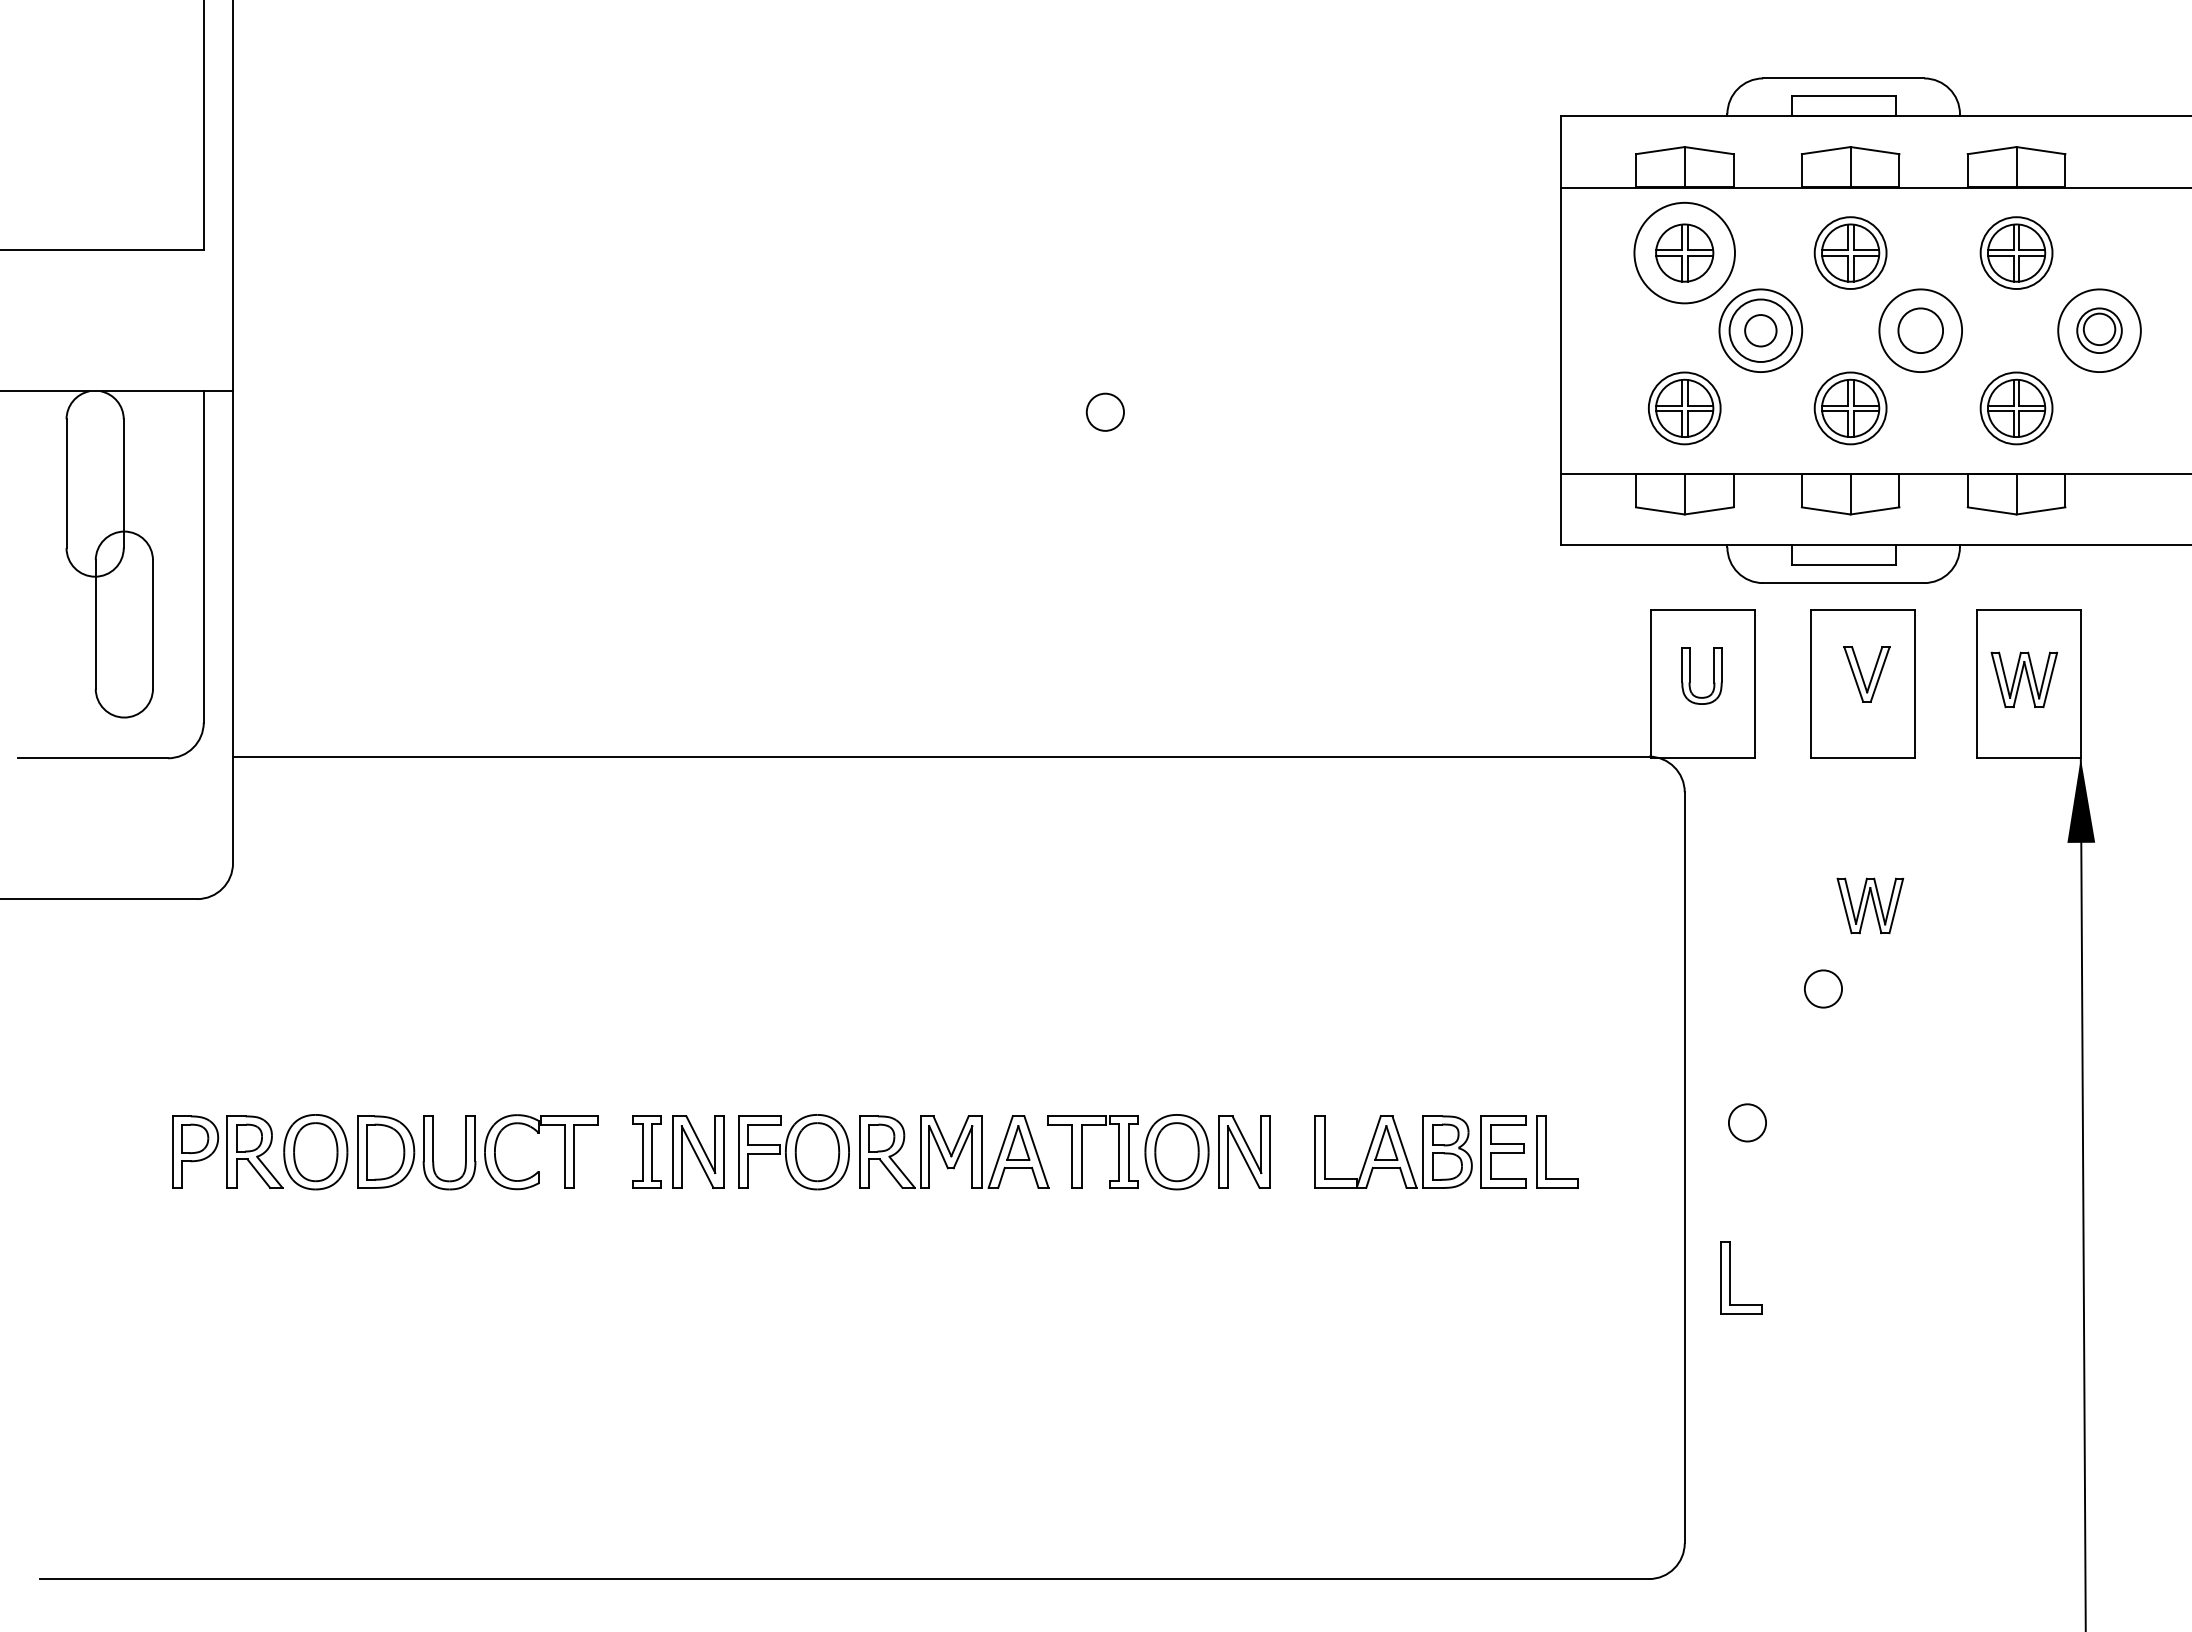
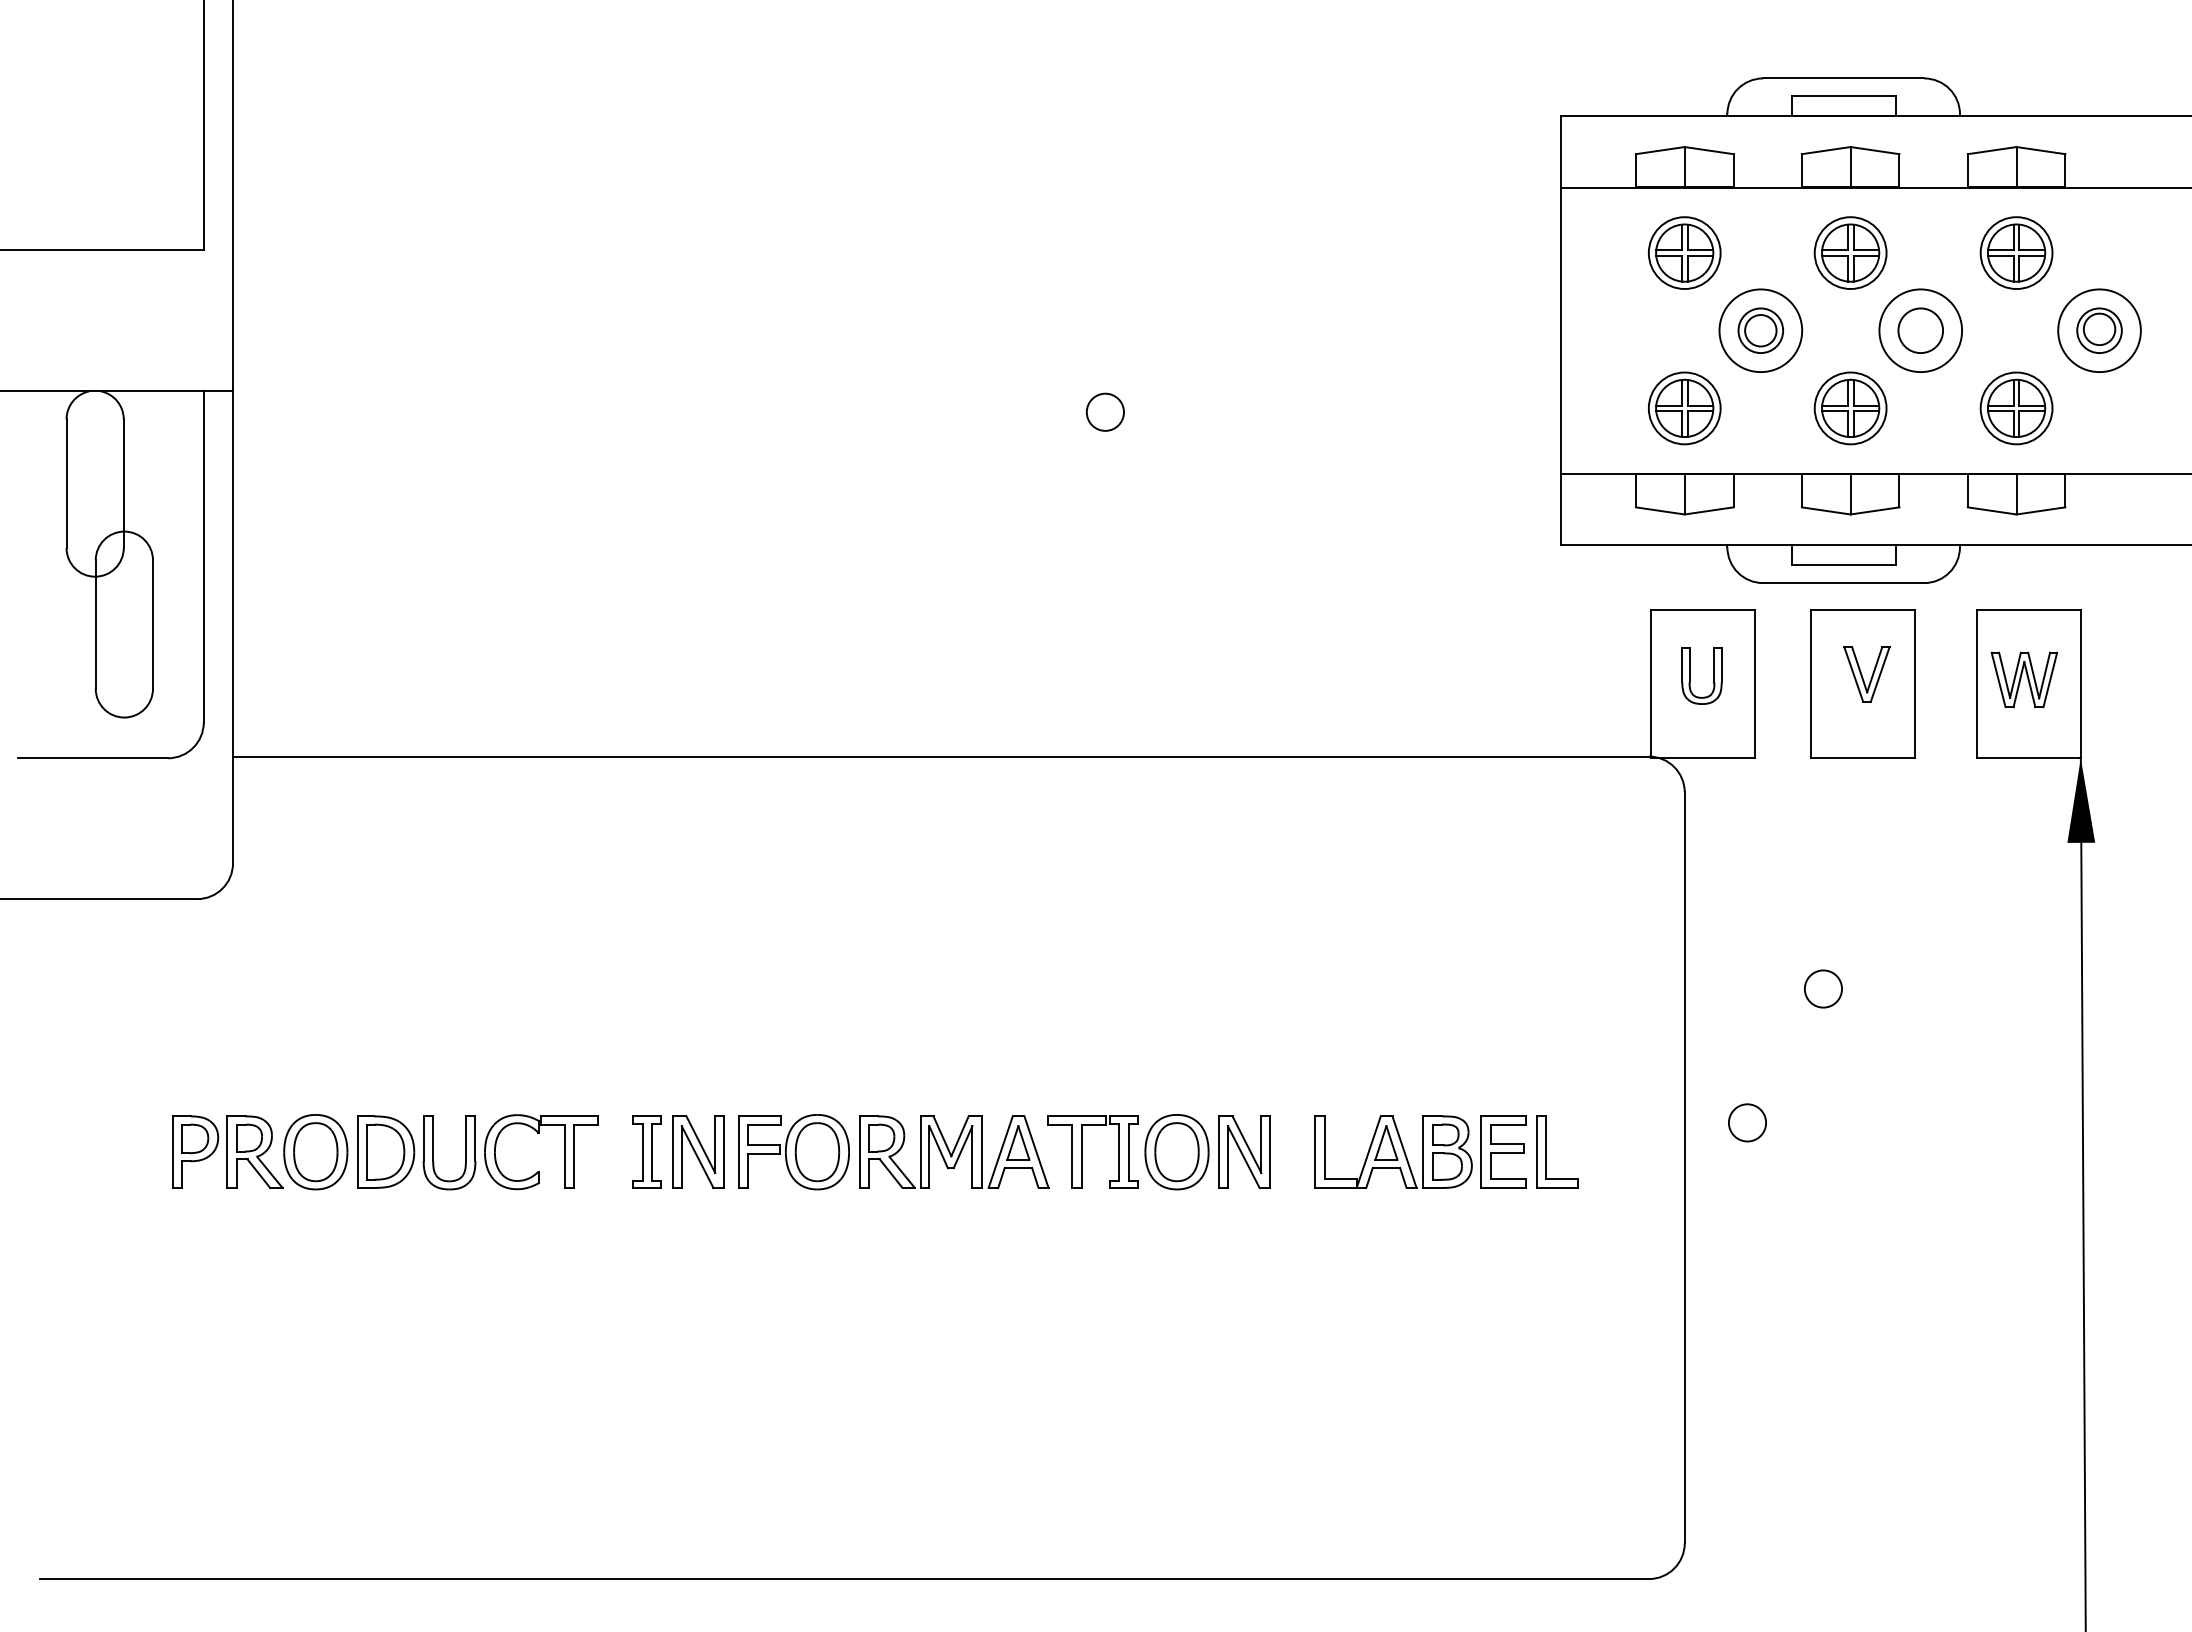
circle at (1684, 252) diameter: 101 px -> 72 px
circle at (1760, 330) diameter: 62 px -> 45 px
part at (1870, 905): present -> none
part at (1730, 1277): present -> none
